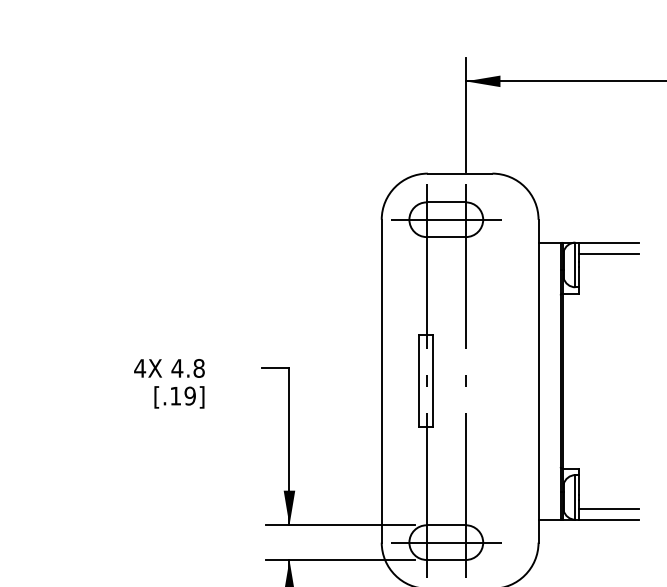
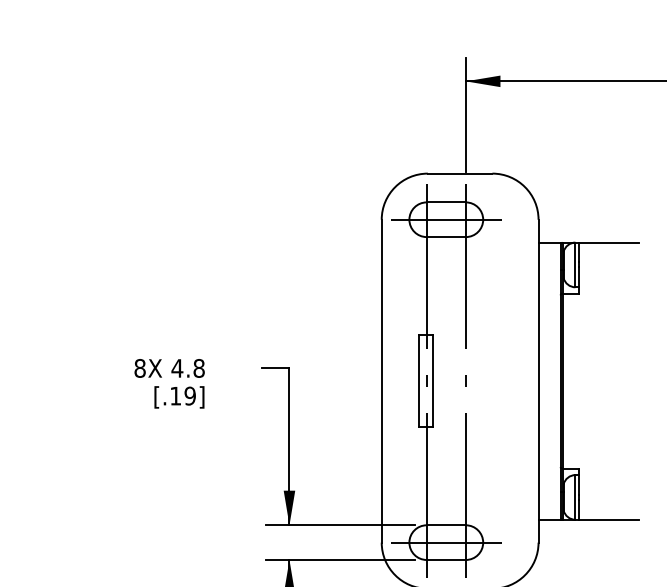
line at (608, 253): present -> none
text at (140, 368): 4X -> 8X
line at (608, 508): present -> none
